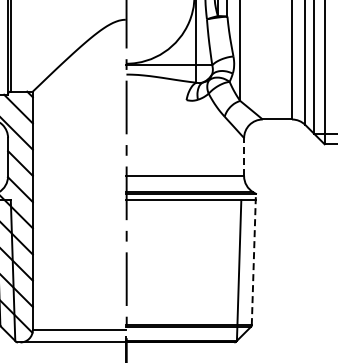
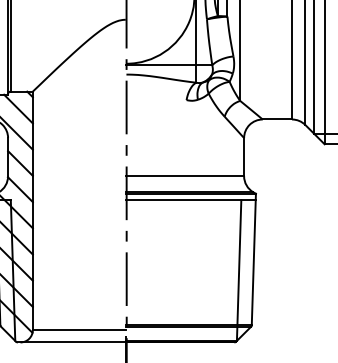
line at (244, 156): dashed -> solid
line at (253, 259): dashed -> solid
